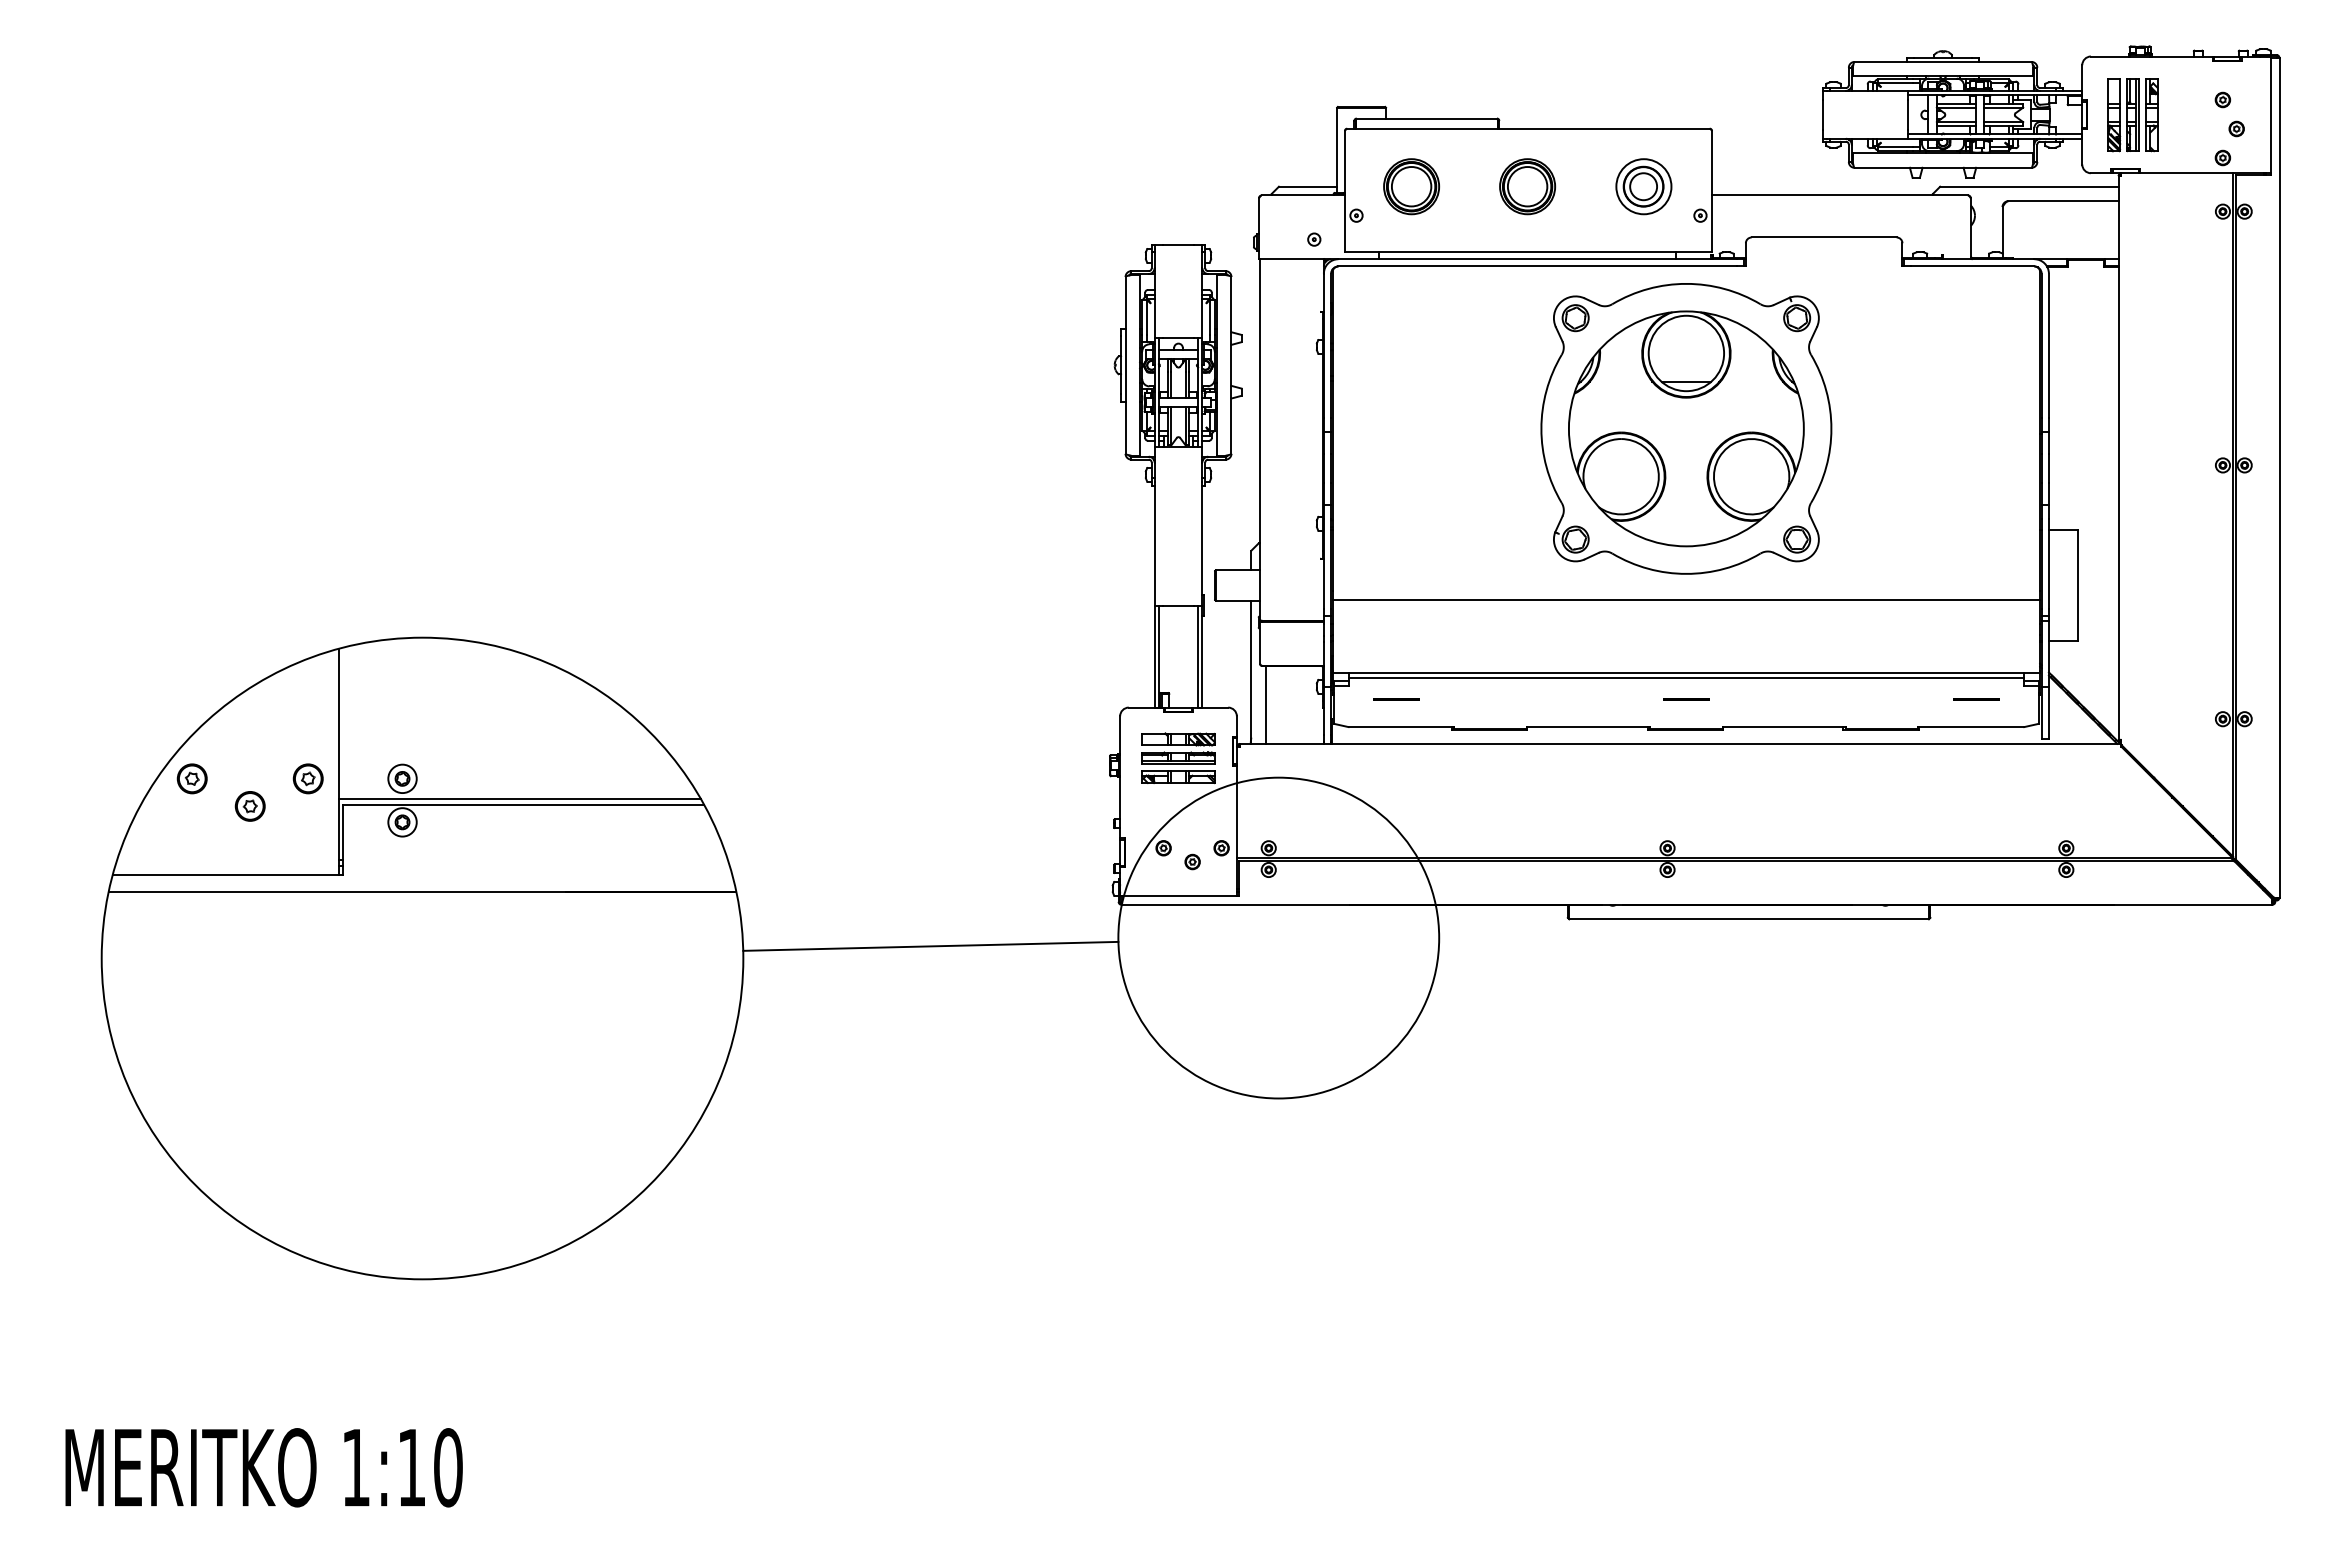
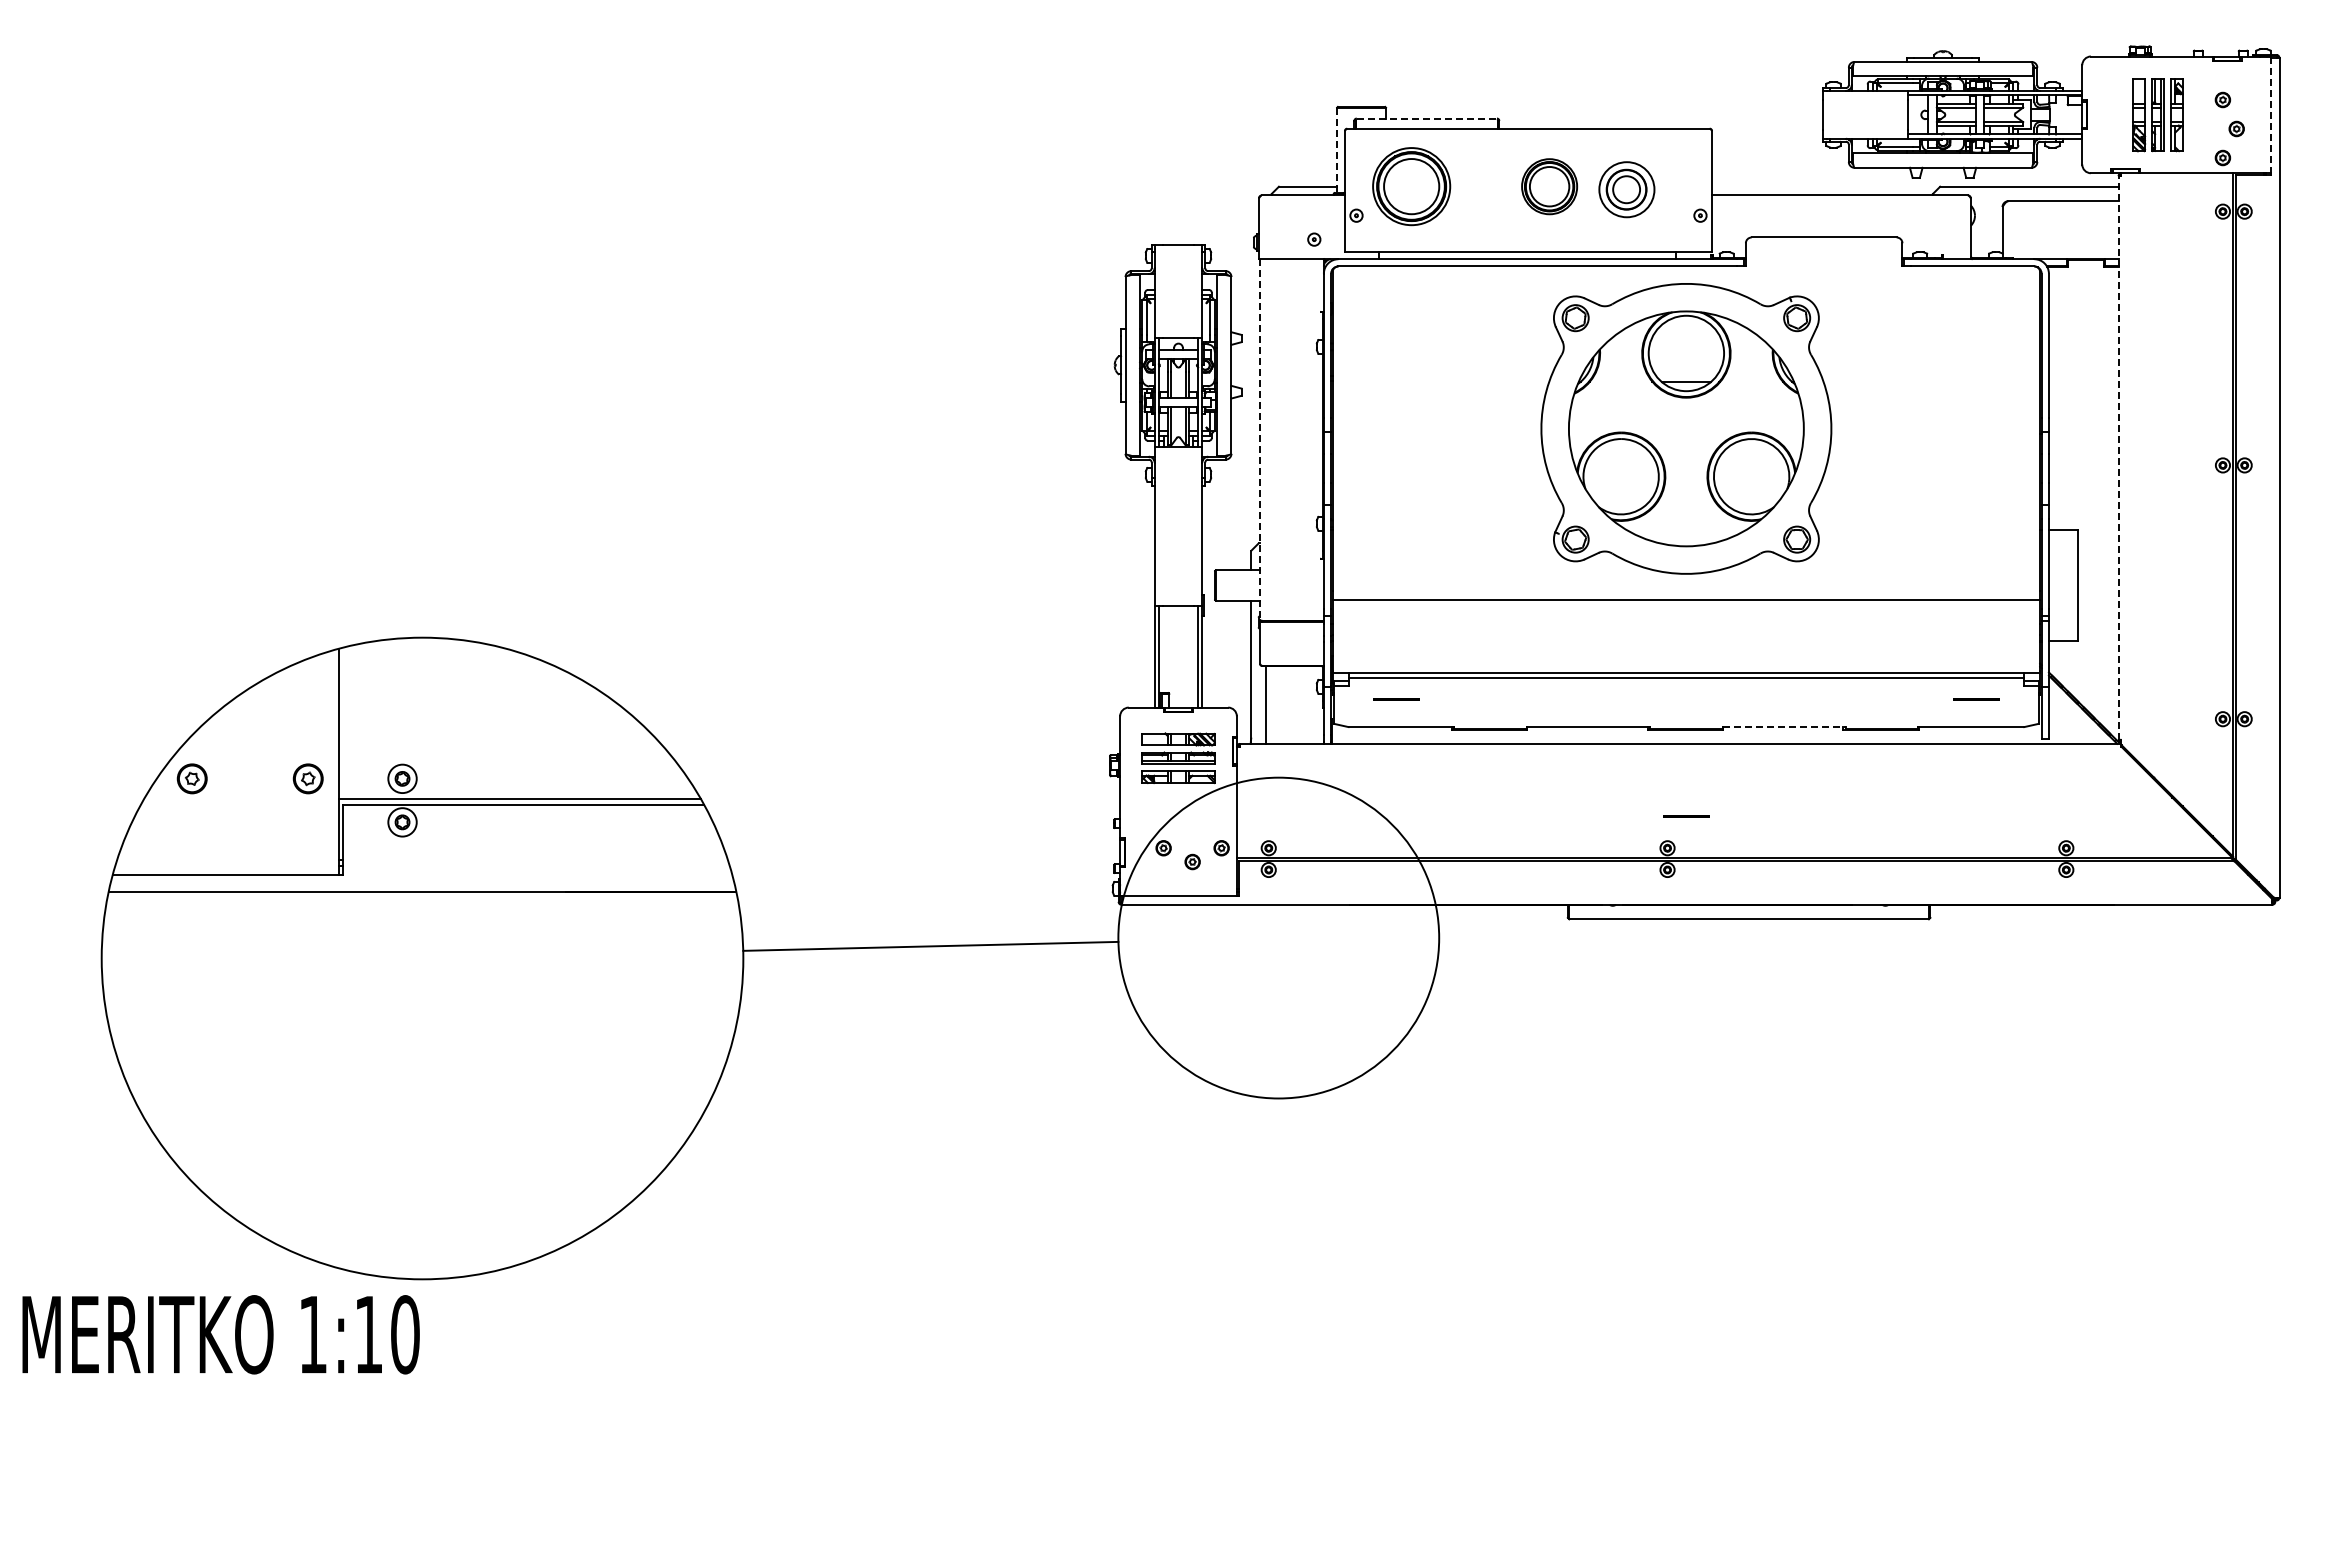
part at (2132, 115) position: (2132, 115) -> (2157, 115)
line at (2270, 115): solid -> dashed
line at (1427, 118): solid -> dashed
line at (1337, 150): solid -> dashed
part at (1411, 186) size: 57x58 px -> 80x80 px
part at (1527, 186) position: (1527, 186) -> (1549, 186)
part at (1643, 186) position: (1643, 186) -> (1626, 189)
line at (1260, 440): solid -> dashed
line at (2118, 457): solid -> dashed
line at (1686, 699) position: (1686, 699) -> (1686, 816)
line at (1784, 727): solid -> dashed
part at (249, 806): present -> none
text at (263, 1467) position: (263, 1467) -> (220, 1334)
